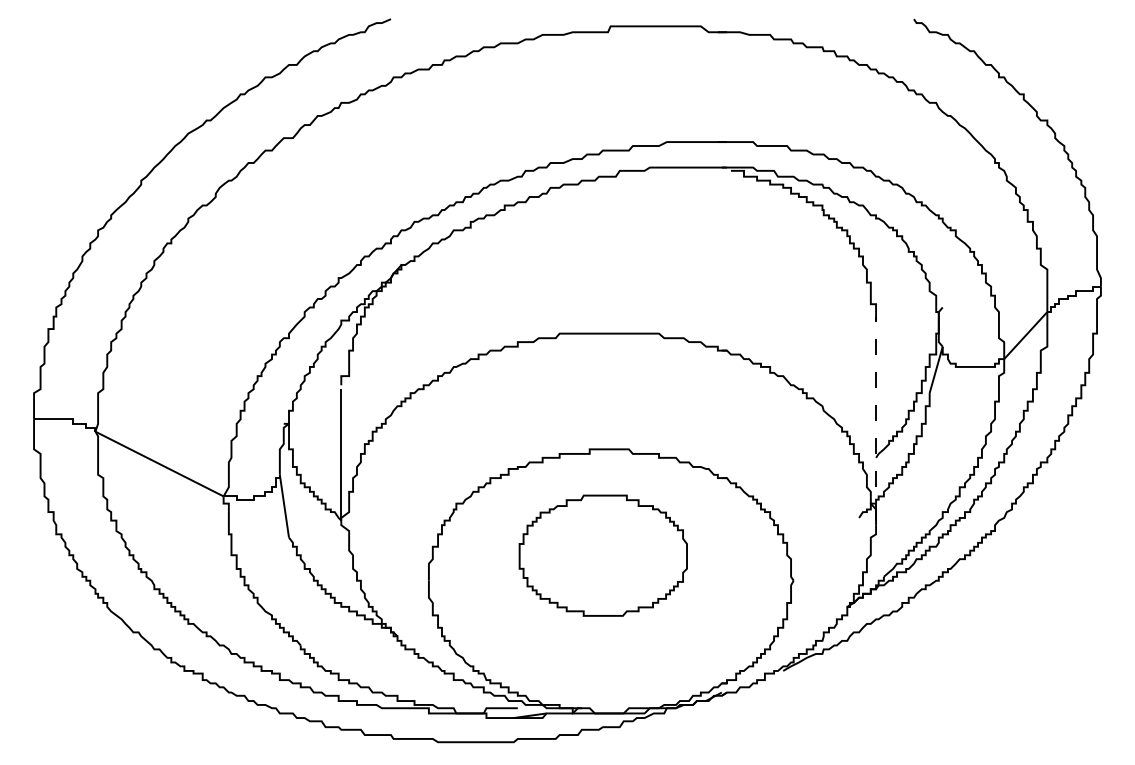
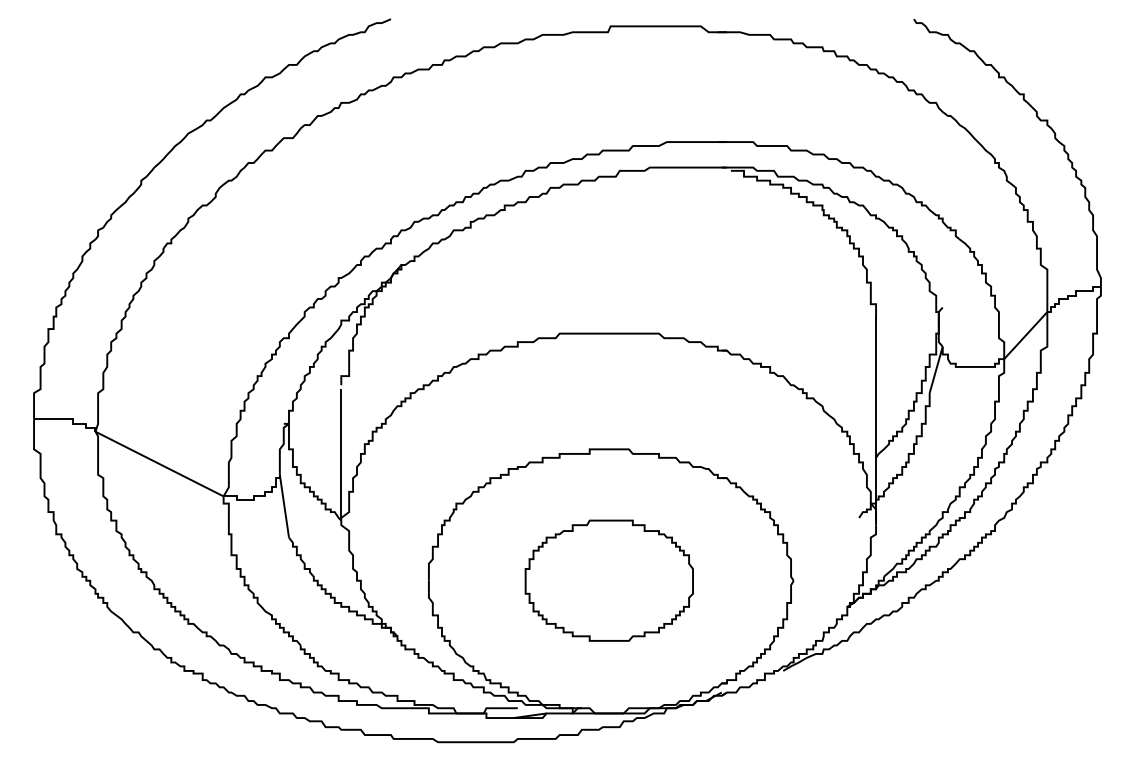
line at (876, 418): dashed -> solid
part at (602, 555) position: (602, 555) -> (608, 580)
